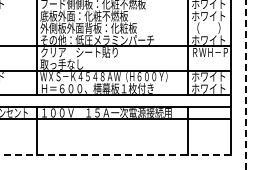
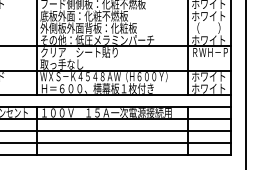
line at (245, 85): dashed -> solid
line at (116, 131): none -> present
line at (116, 143): none -> present
line at (115, 155): dashed -> solid
